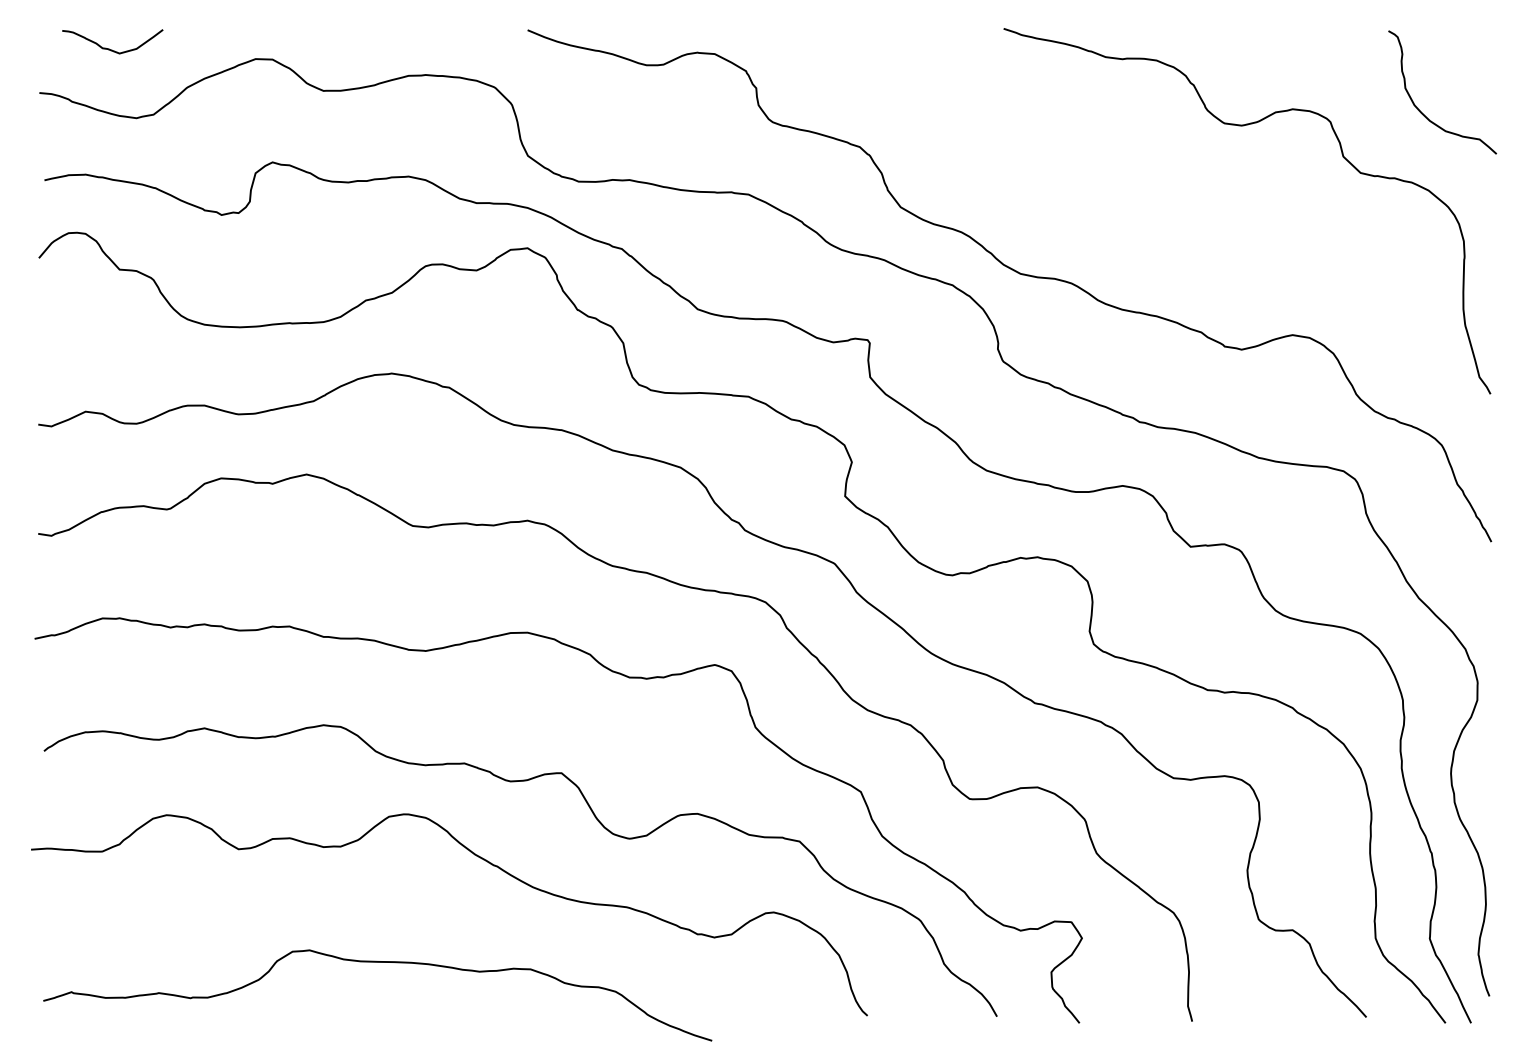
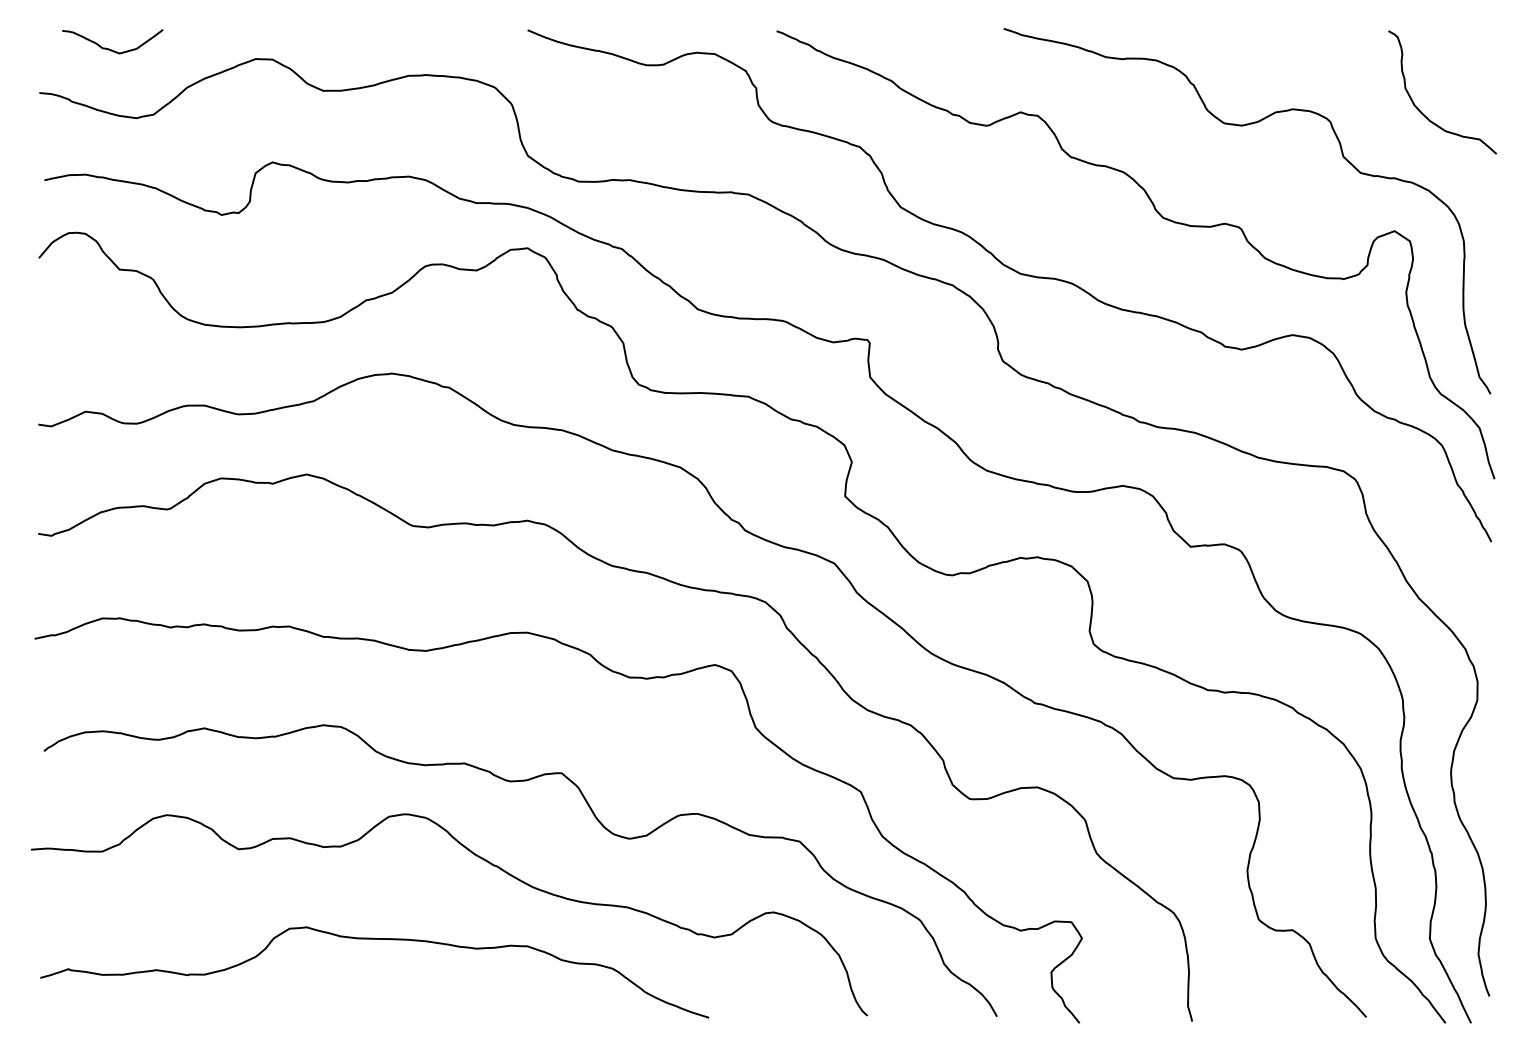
curve at (1162, 218): none -> present
curve at (377, 962) position: (377, 962) -> (374, 939)
